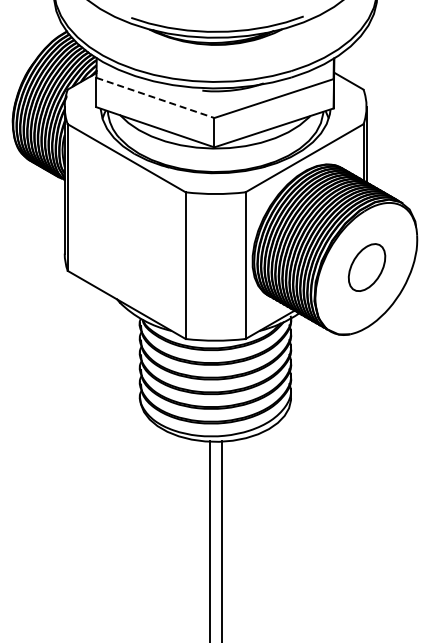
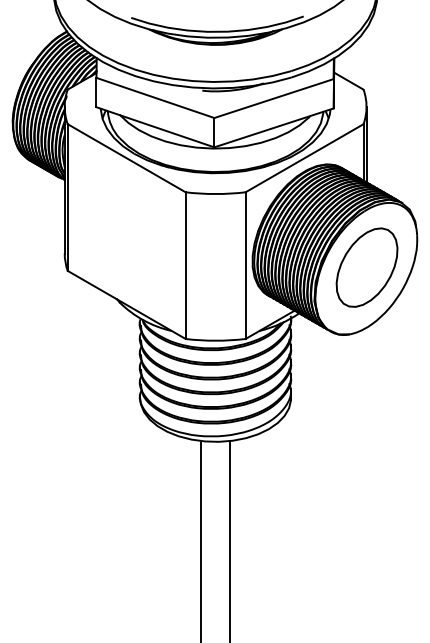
line at (155, 98): dashed -> solid
part at (366, 267) size: 40x49 px -> 64x81 px
line at (210, 540) position: (210, 540) -> (201, 540)
line at (222, 540) position: (222, 540) -> (230, 540)
